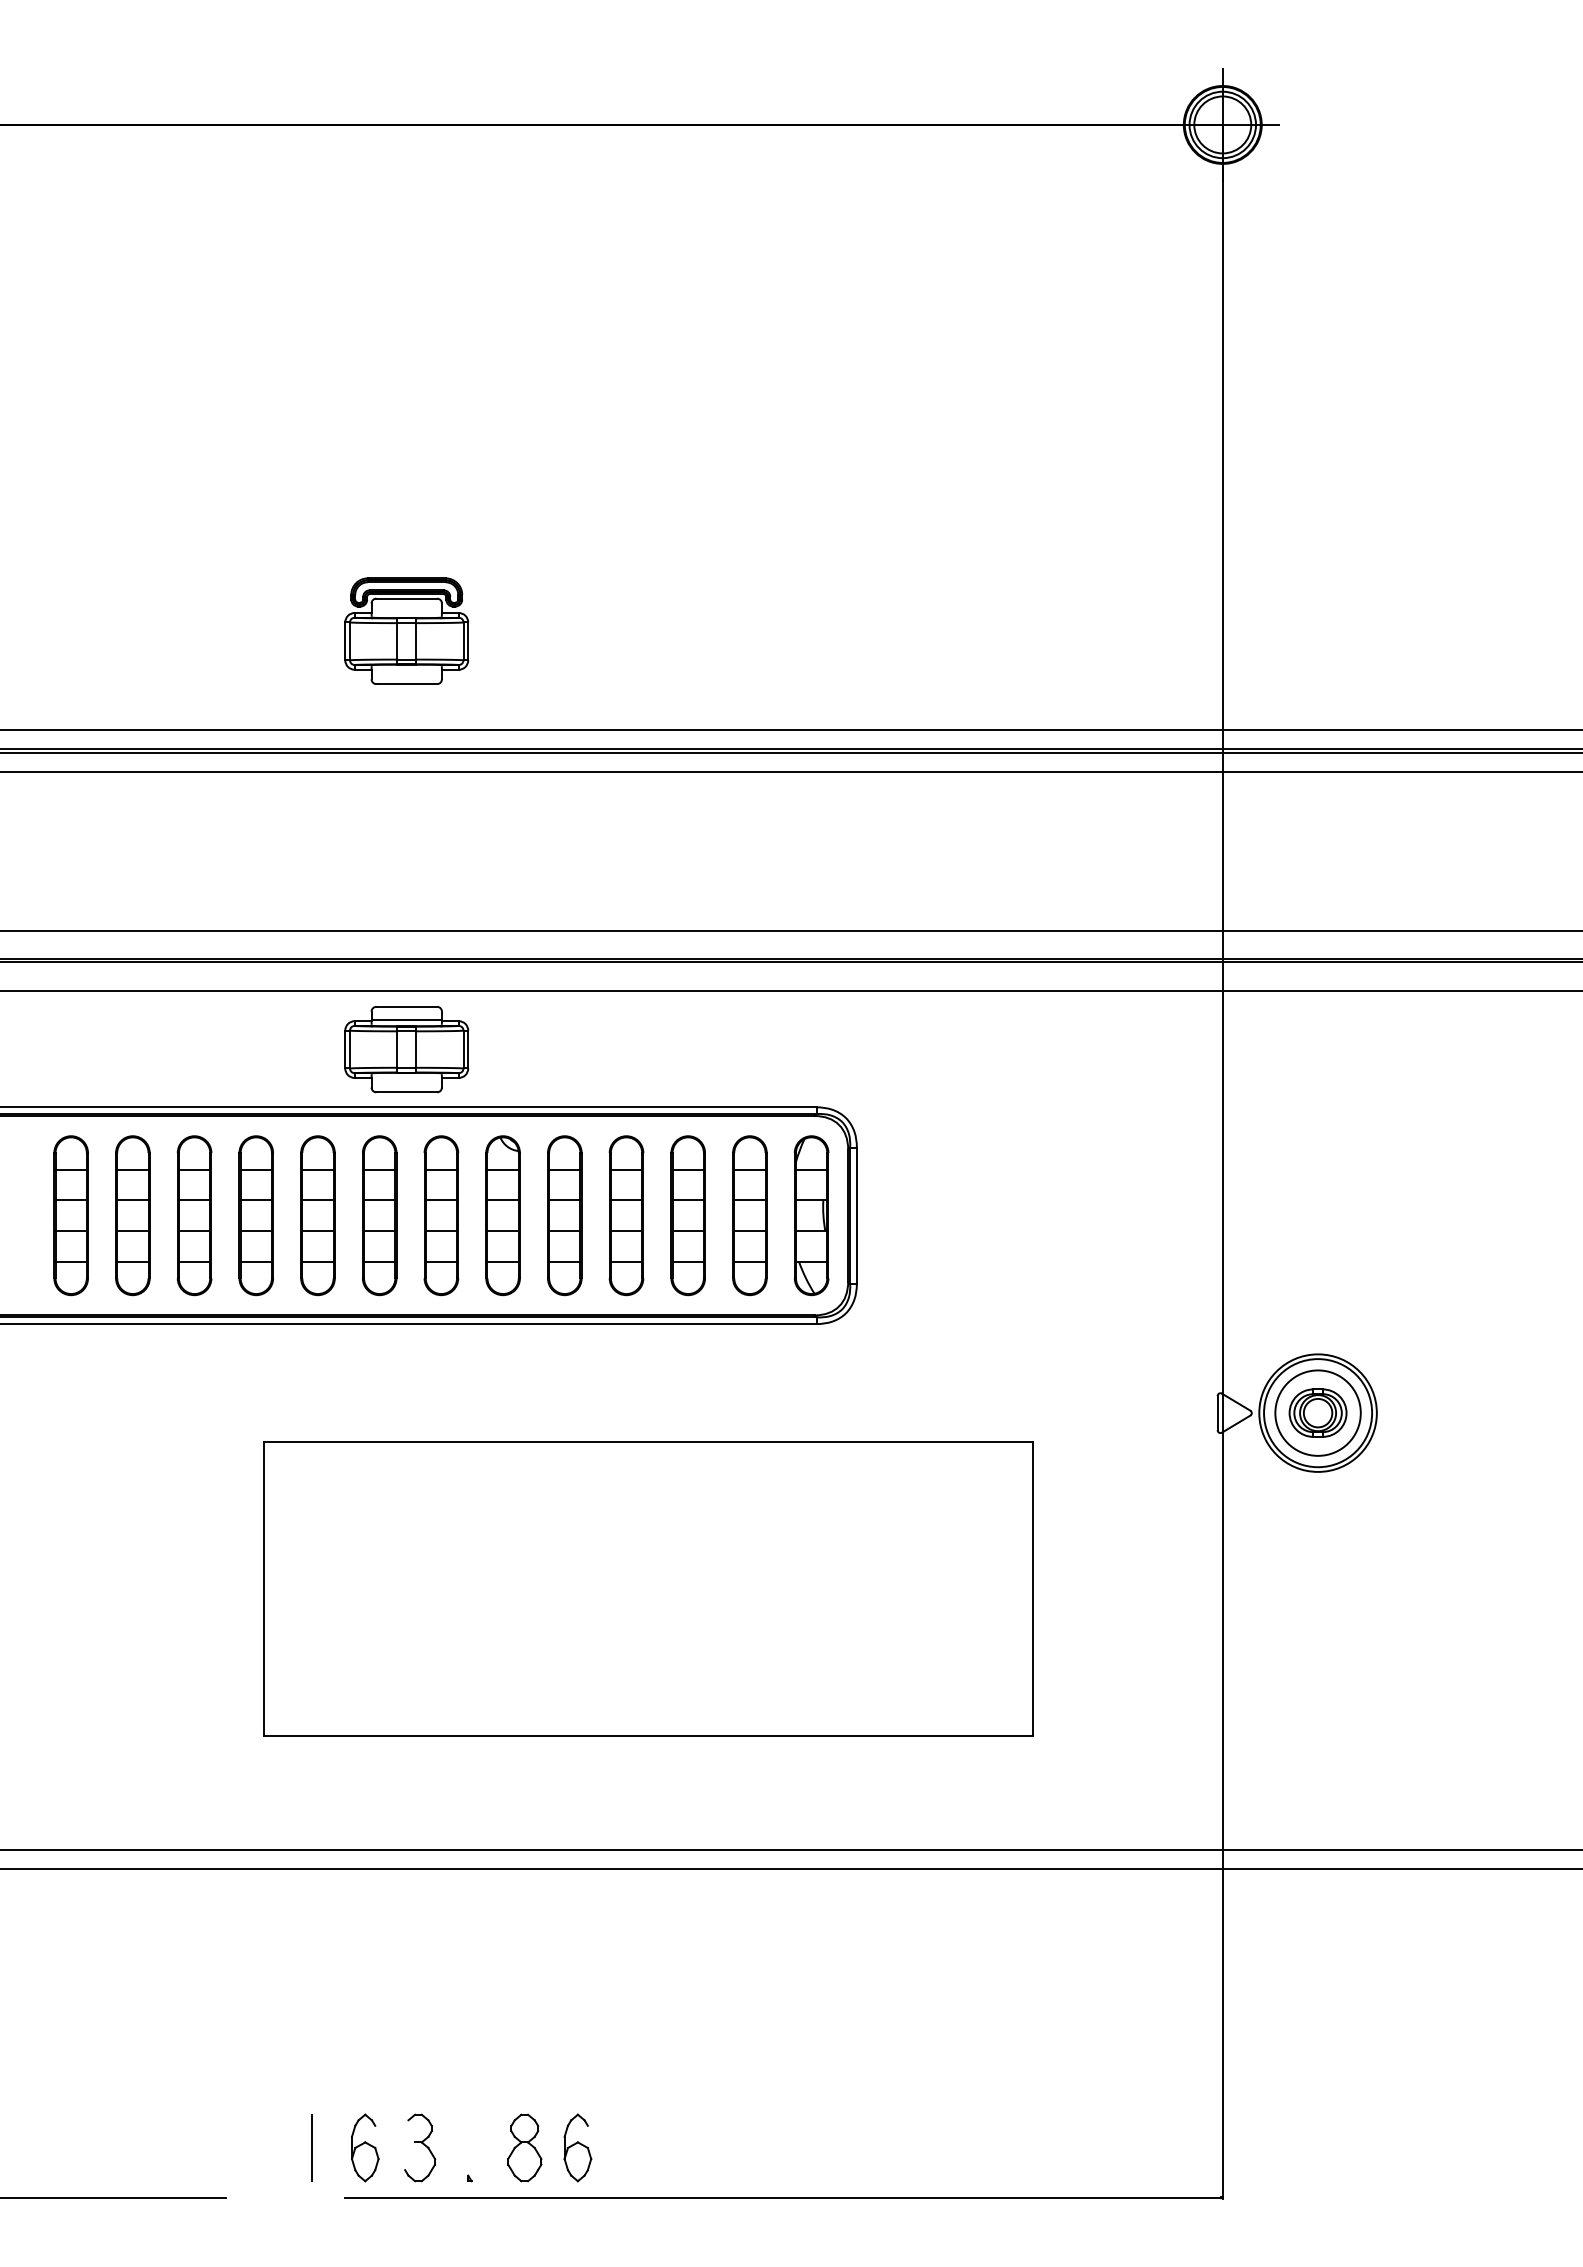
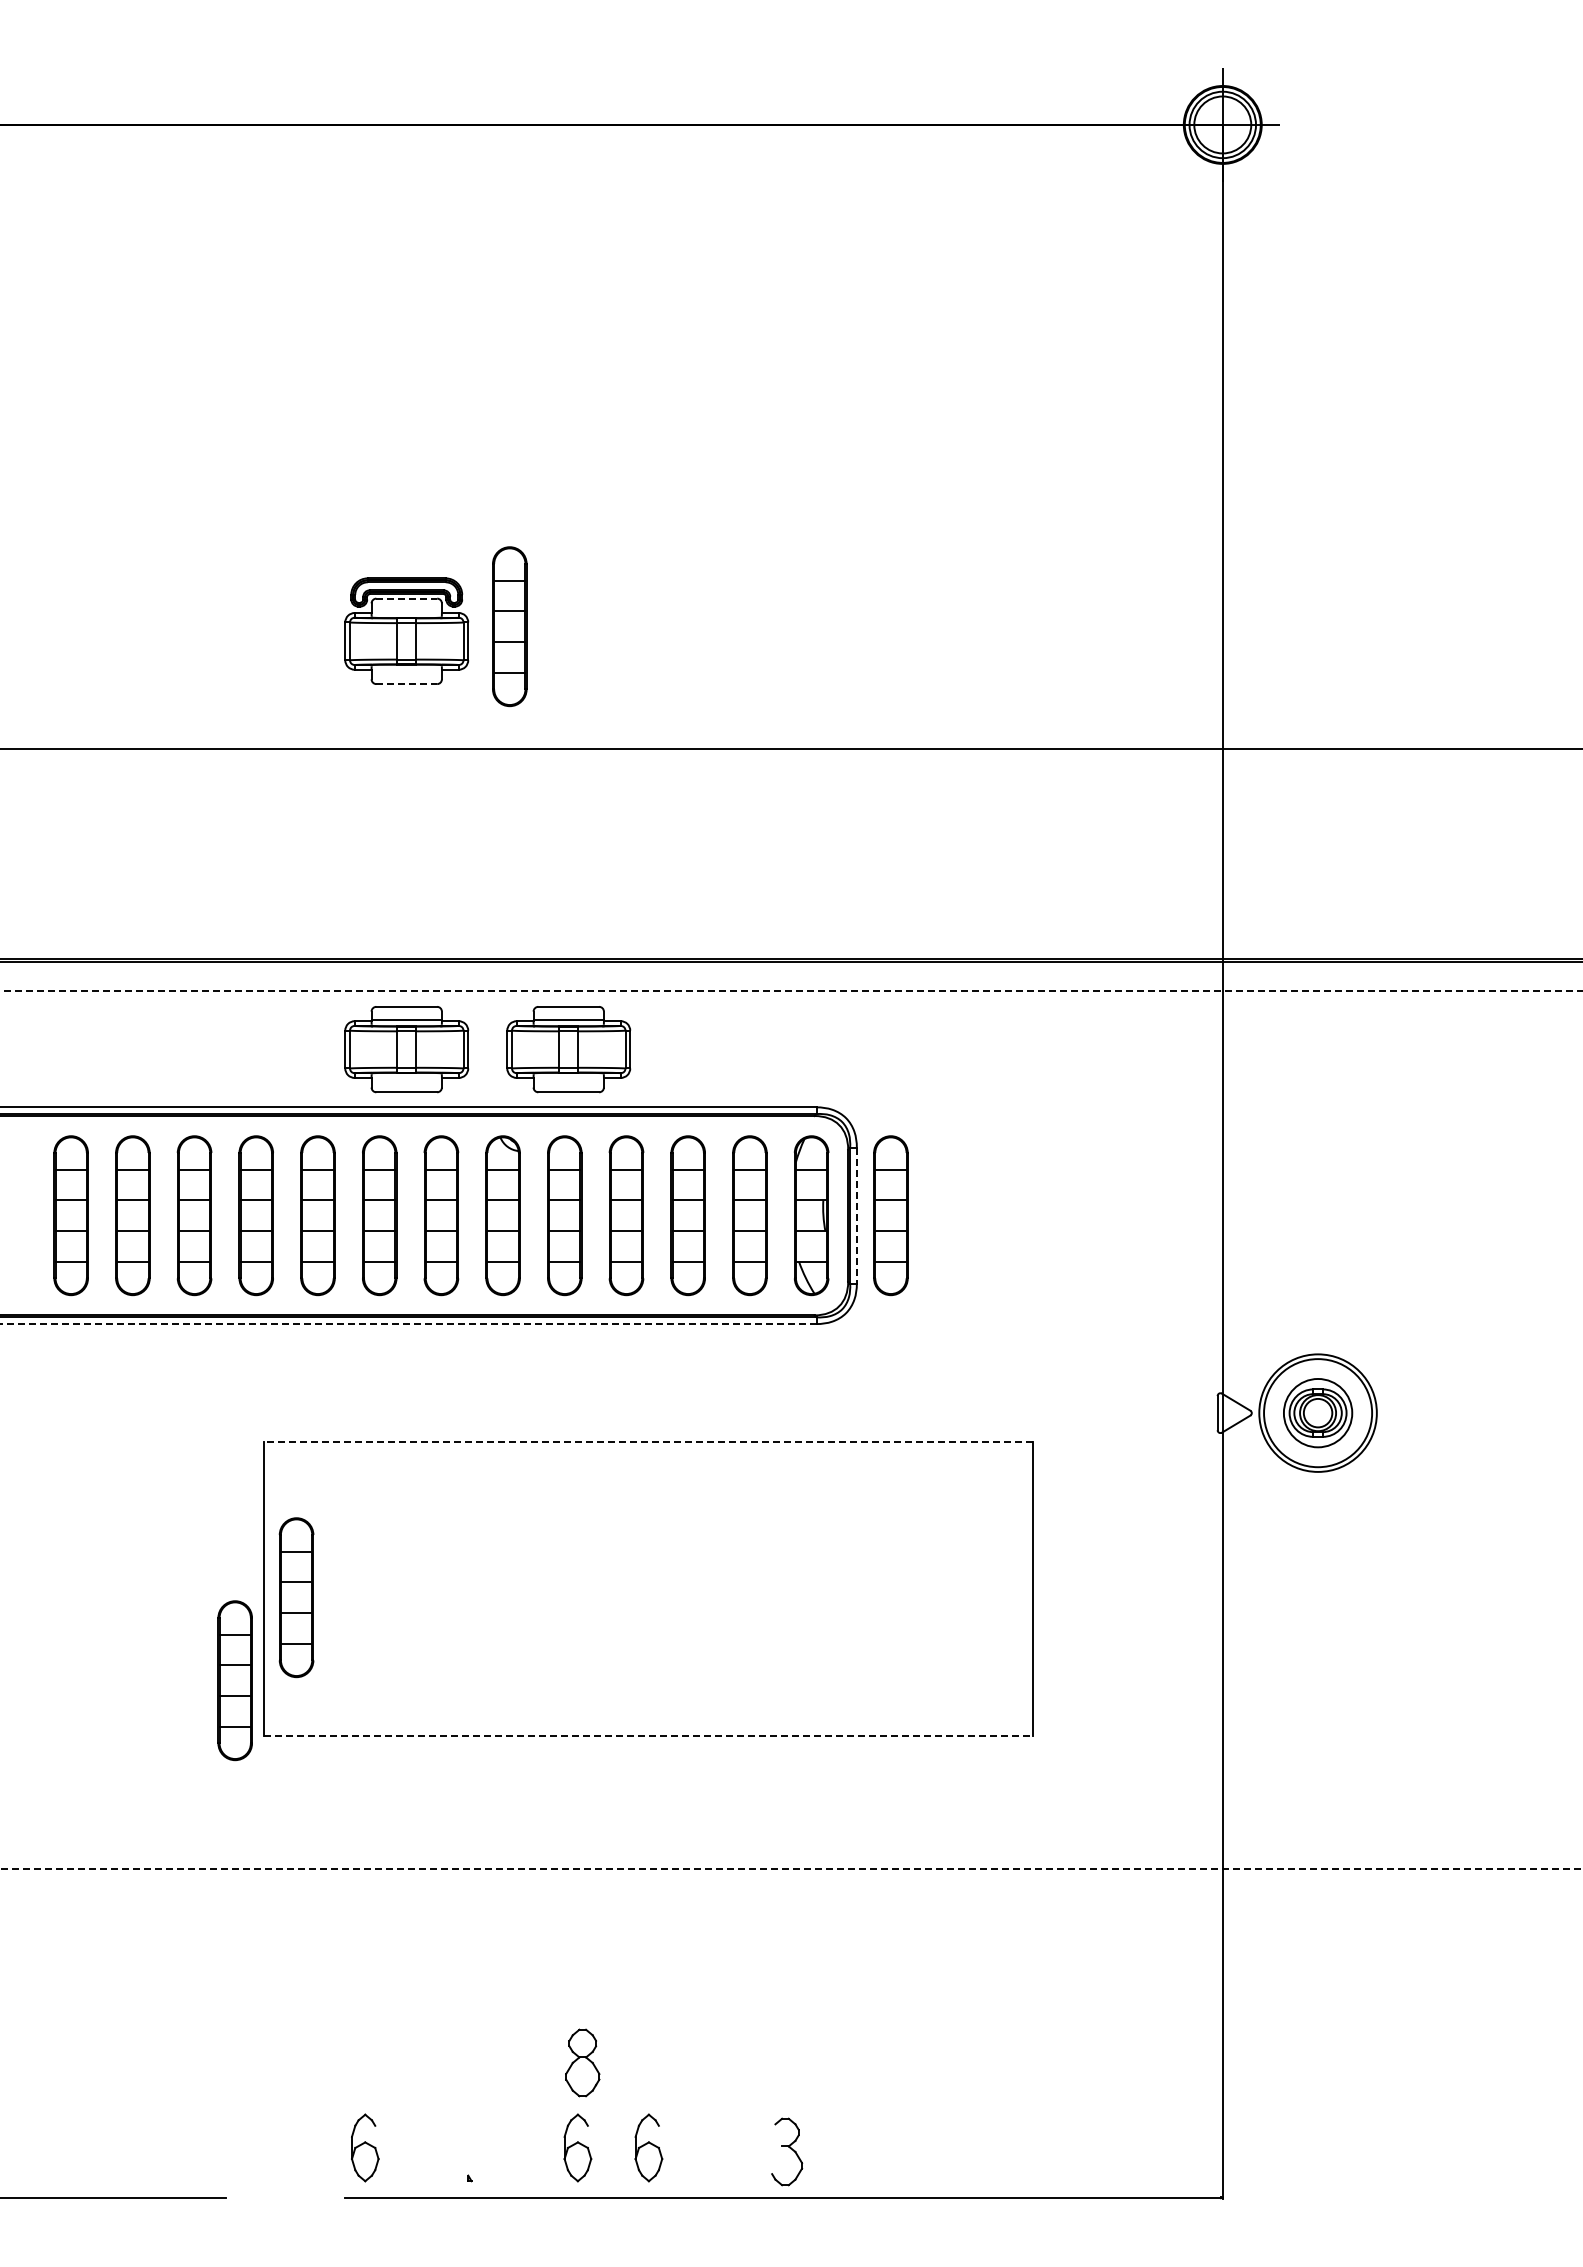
line at (407, 598): solid -> dashed
part at (509, 626): none -> present
line at (407, 684): solid -> dashed
line at (790, 729): present -> none
line at (790, 753): present -> none
line at (790, 772): present -> none
line at (790, 930): present -> none
line at (790, 990): solid -> dashed
part at (568, 1049): none -> present
part at (890, 1215): none -> present
line at (856, 1216): solid -> dashed
line at (407, 1324): solid -> dashed
circle at (1317, 1412) diameter: 85 px -> 68 px
line at (648, 1441): solid -> dashed
part at (296, 1597): none -> present
part at (234, 1680): none -> present
line at (649, 1735): solid -> dashed
line at (790, 1849): present -> none
line at (791, 1868): solid -> dashed
line at (312, 2147): present -> none
part at (420, 2147) position: (420, 2147) -> (787, 2151)
part at (524, 2147) position: (524, 2147) -> (582, 2062)
part at (648, 2147): none -> present
